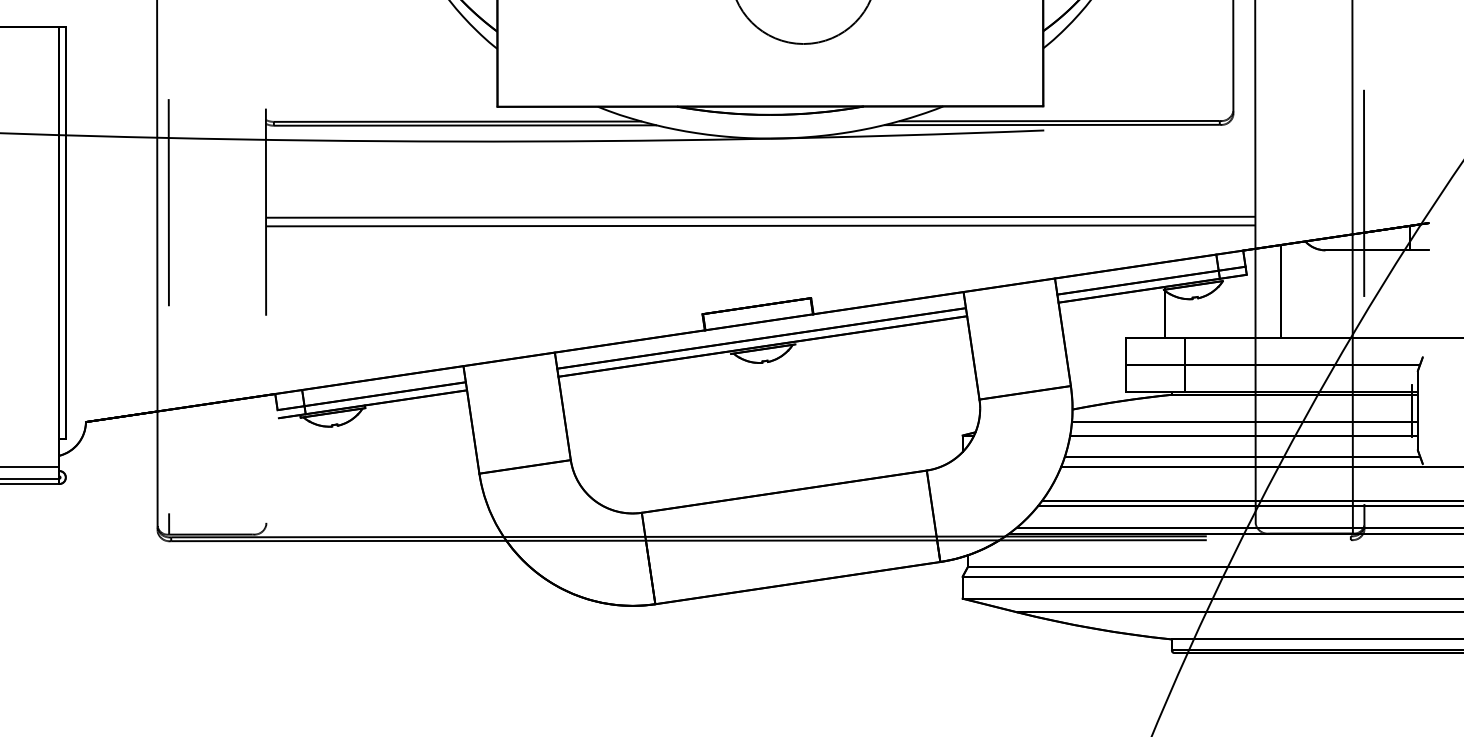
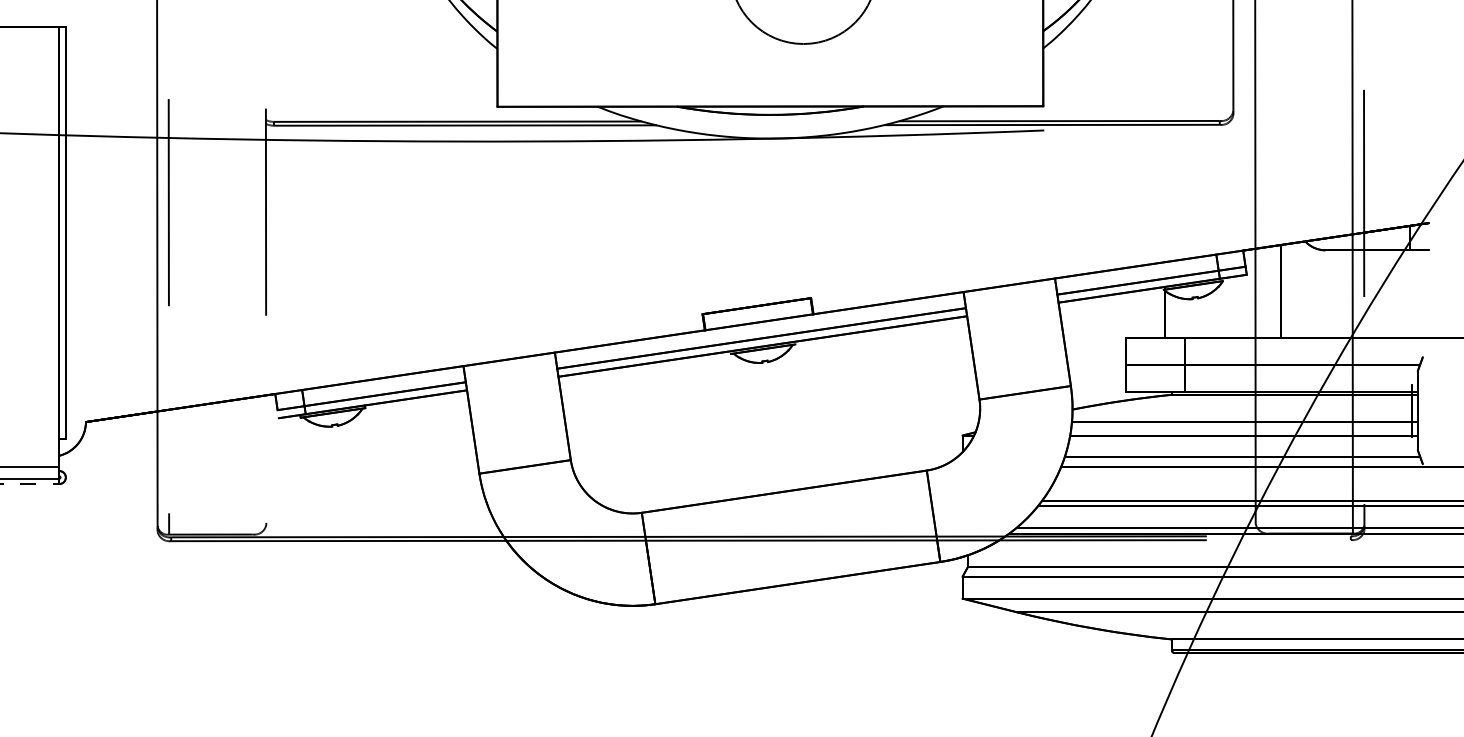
line at (760, 216): present -> none
line at (760, 225): present -> none
line at (30, 484): solid -> dashed
